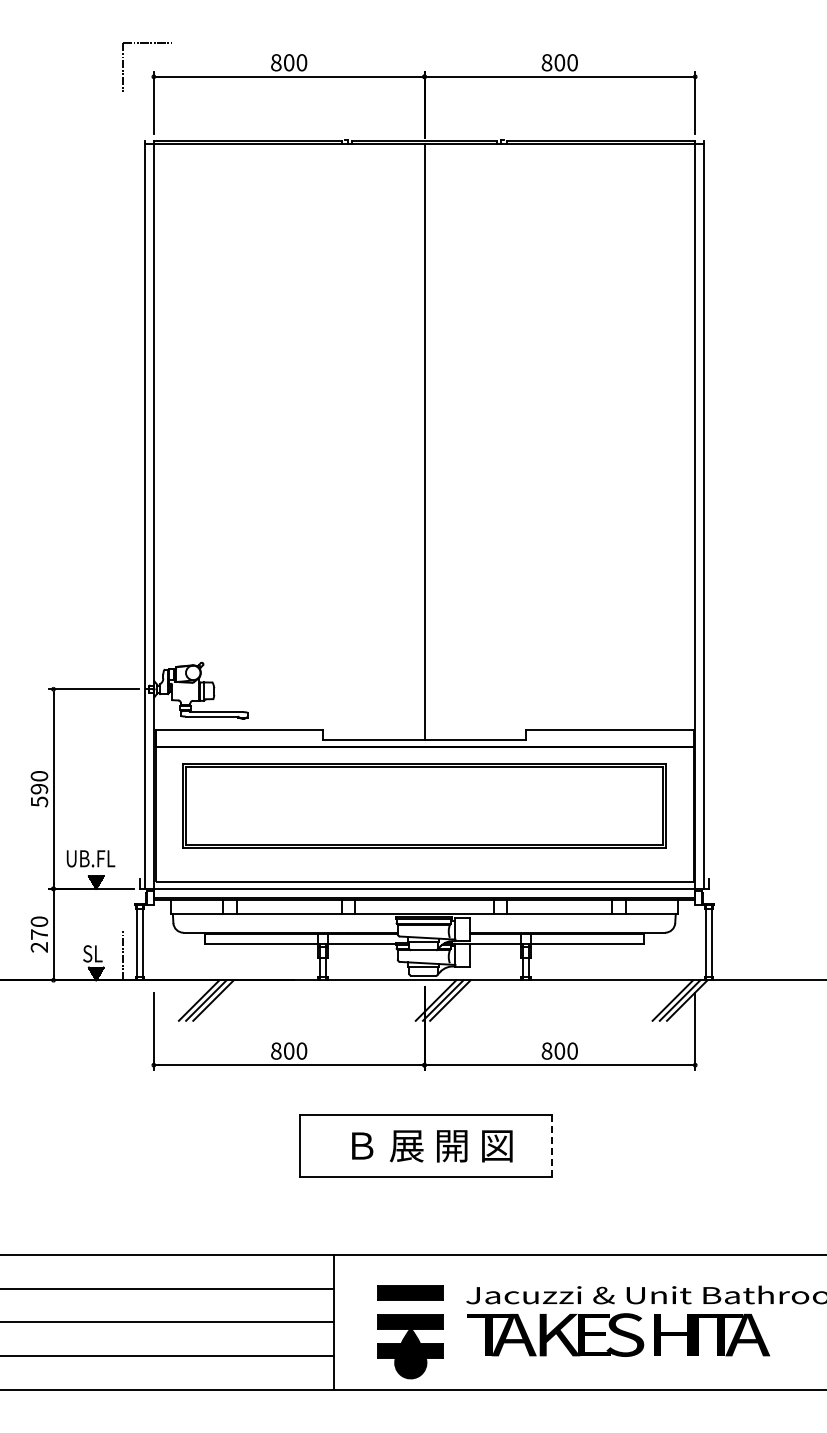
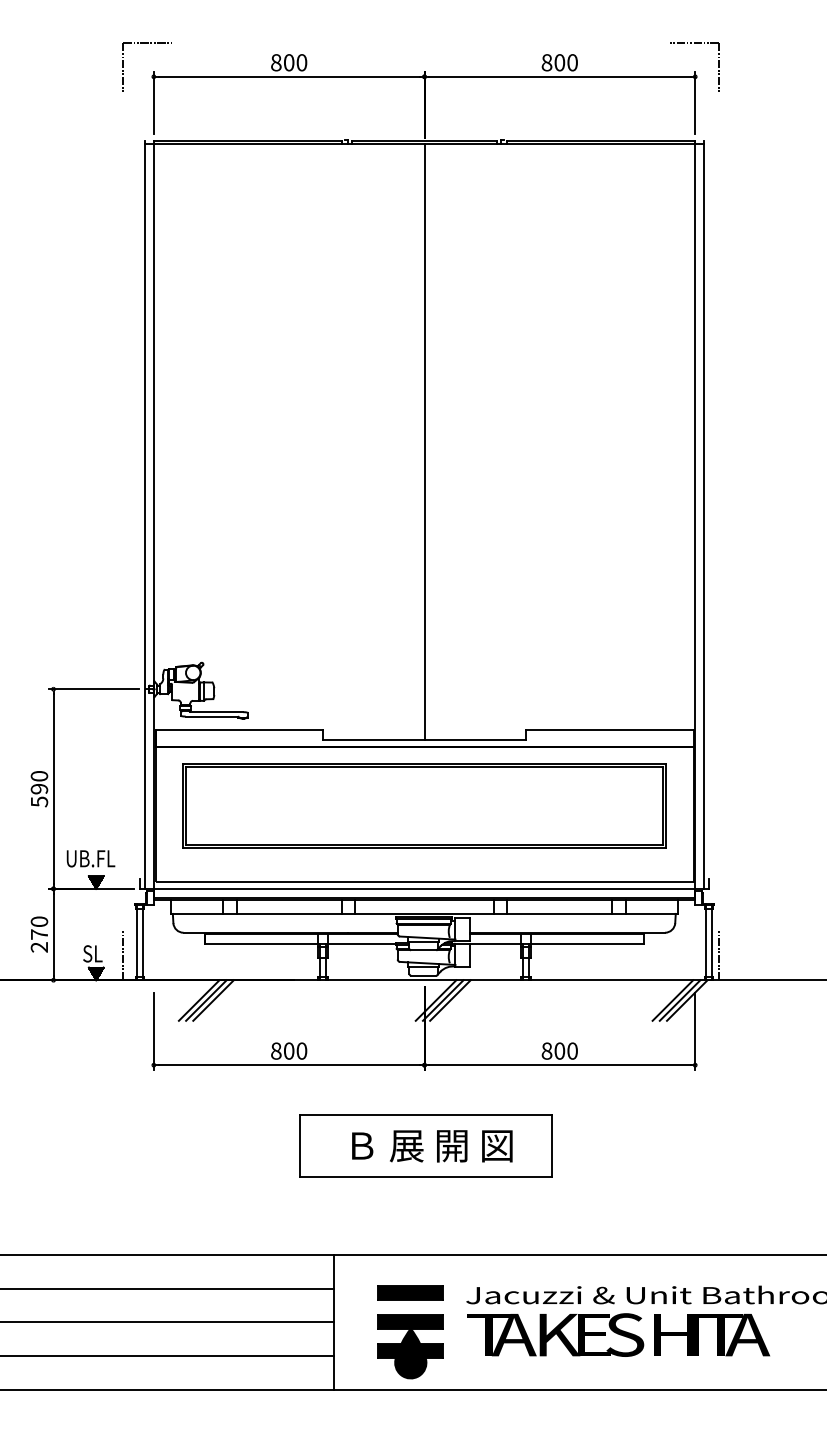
part at (694, 43): none -> present
line at (718, 954): none -> present
line at (551, 1146): dashed -> solid
